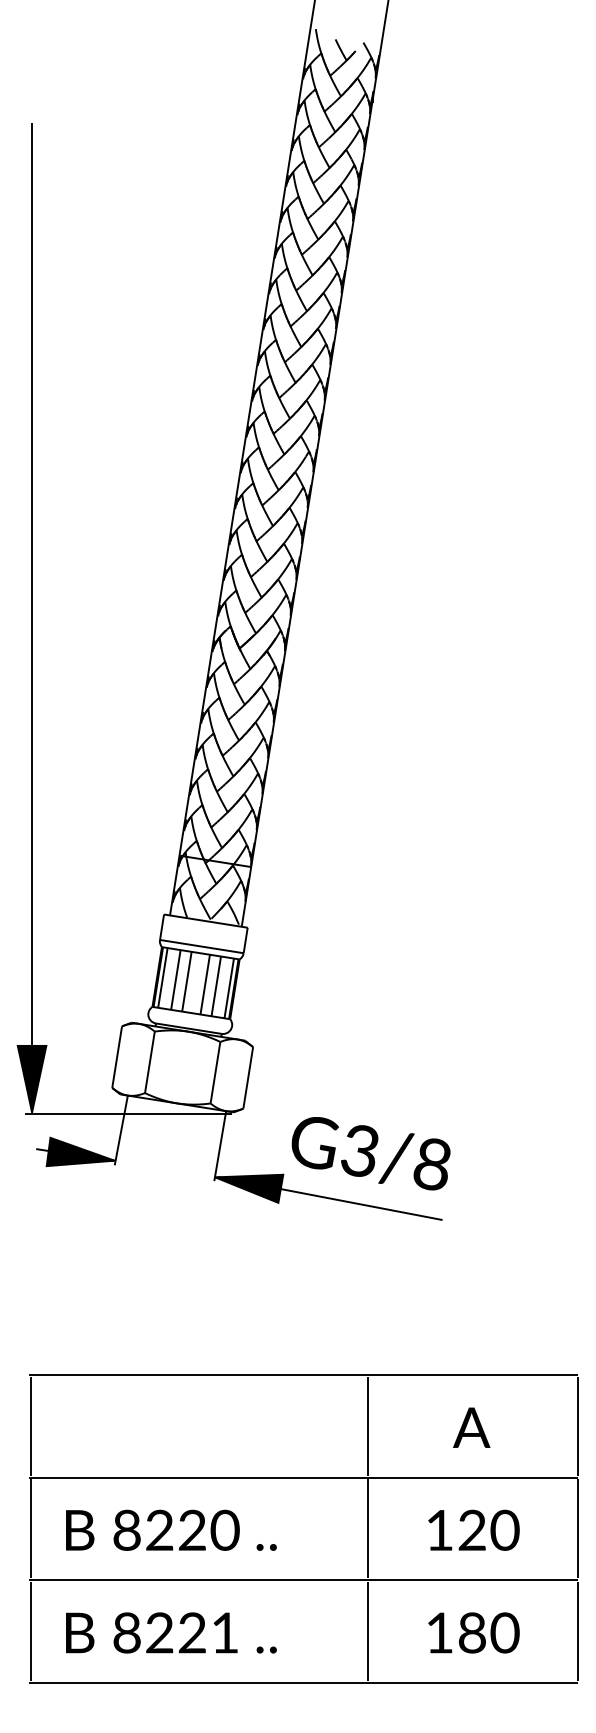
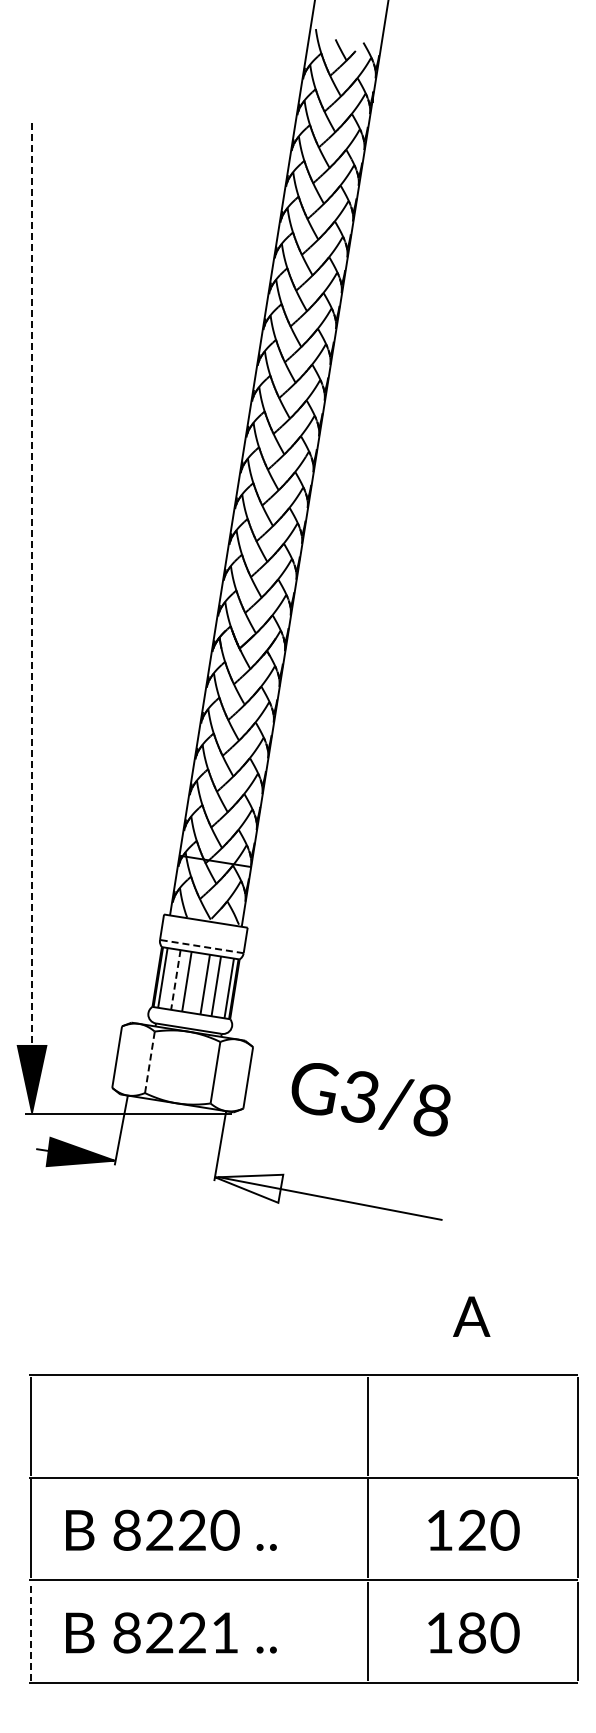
line at (31, 616): solid -> dashed
line at (201, 946): solid -> dashed
line at (175, 980): solid -> dashed
line at (150, 1061): solid -> dashed
text at (370, 1153) position: (370, 1153) -> (370, 1099)
fill at (249, 1188): present -> none
text at (471, 1427) position: (471, 1427) -> (471, 1316)
line at (31, 1631): solid -> dashed
